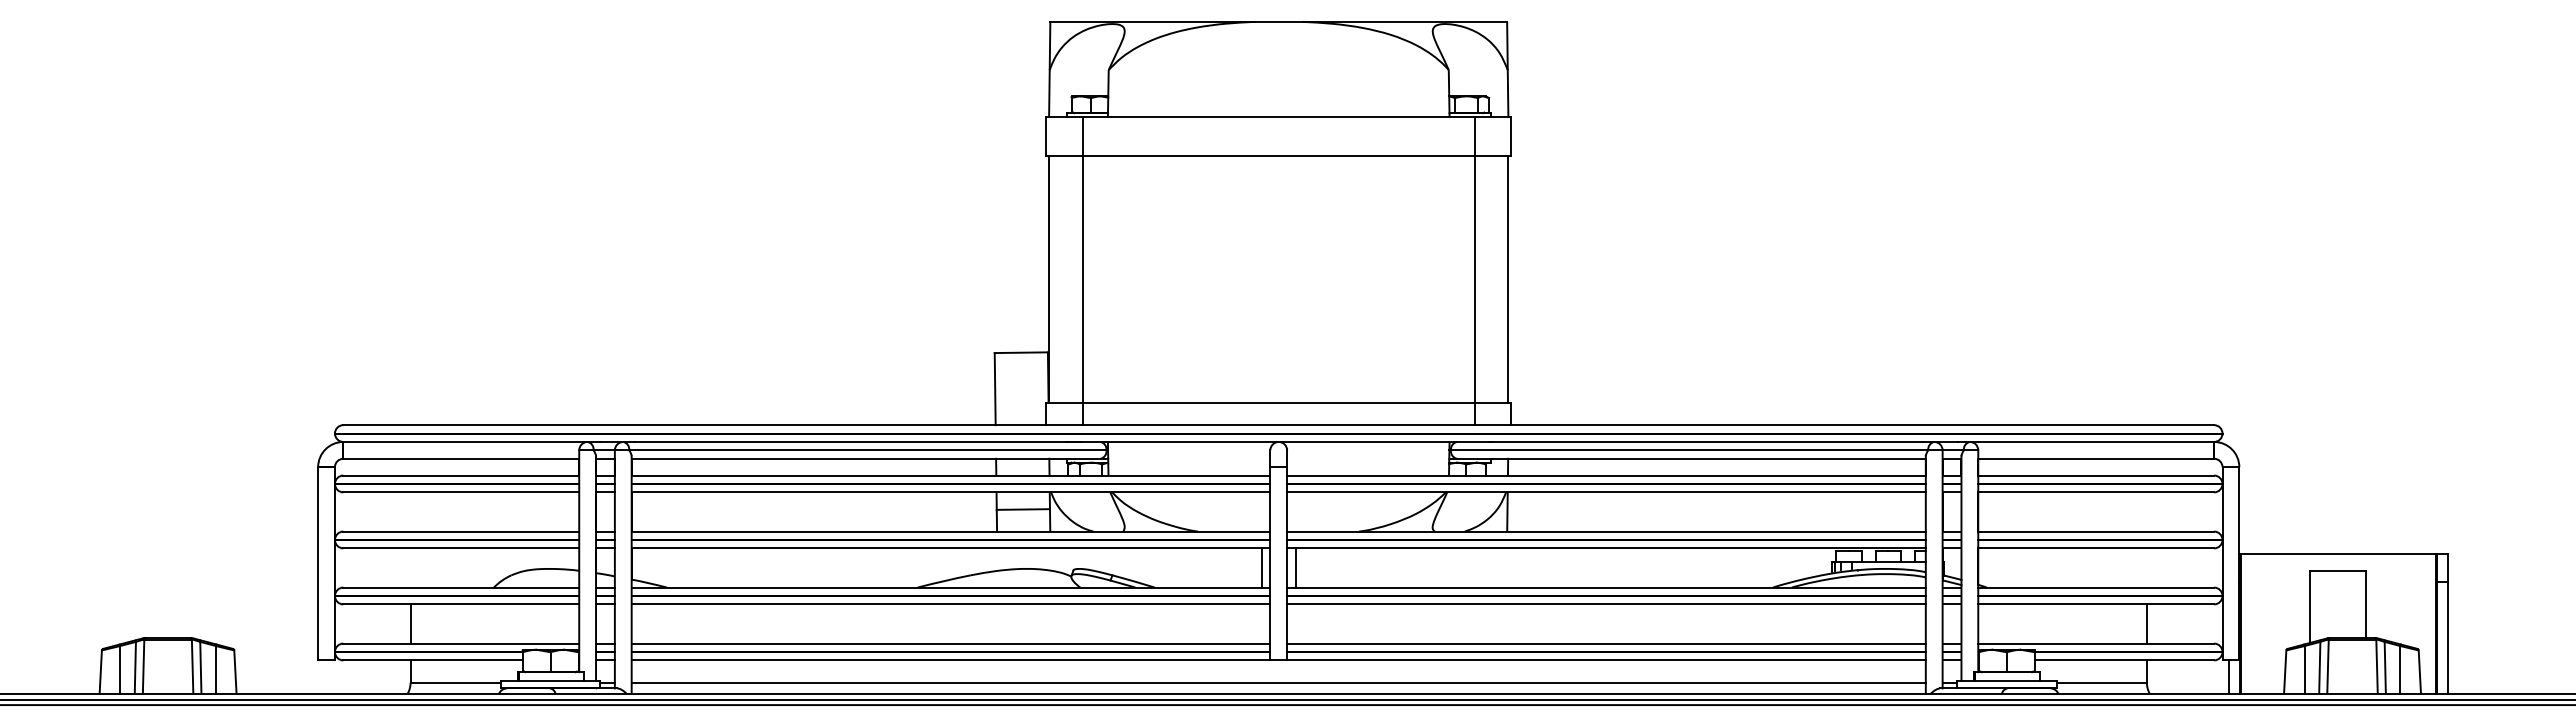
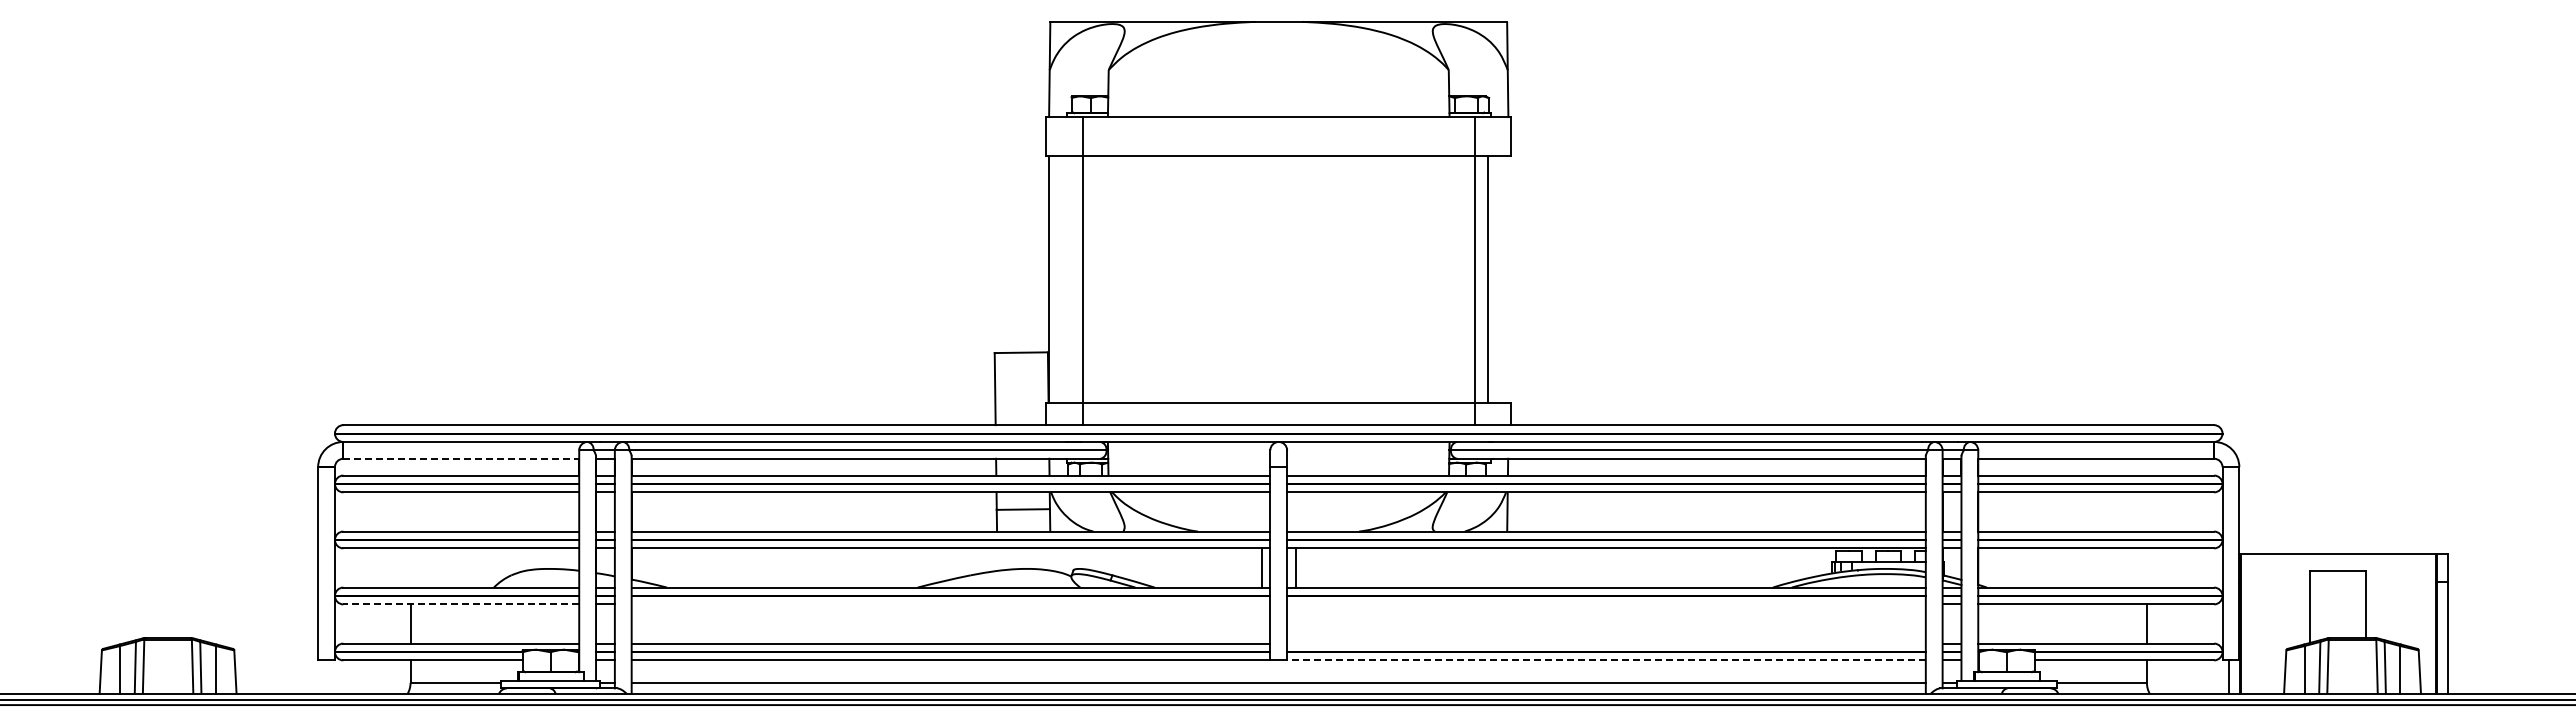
line at (1508, 279) position: (1508, 279) -> (1488, 279)
line at (461, 458): solid -> dashed
line at (461, 604): solid -> dashed
line at (950, 604): present -> none
line at (1606, 604): present -> none
line at (1606, 643): present -> none
line at (1605, 660): solid -> dashed
